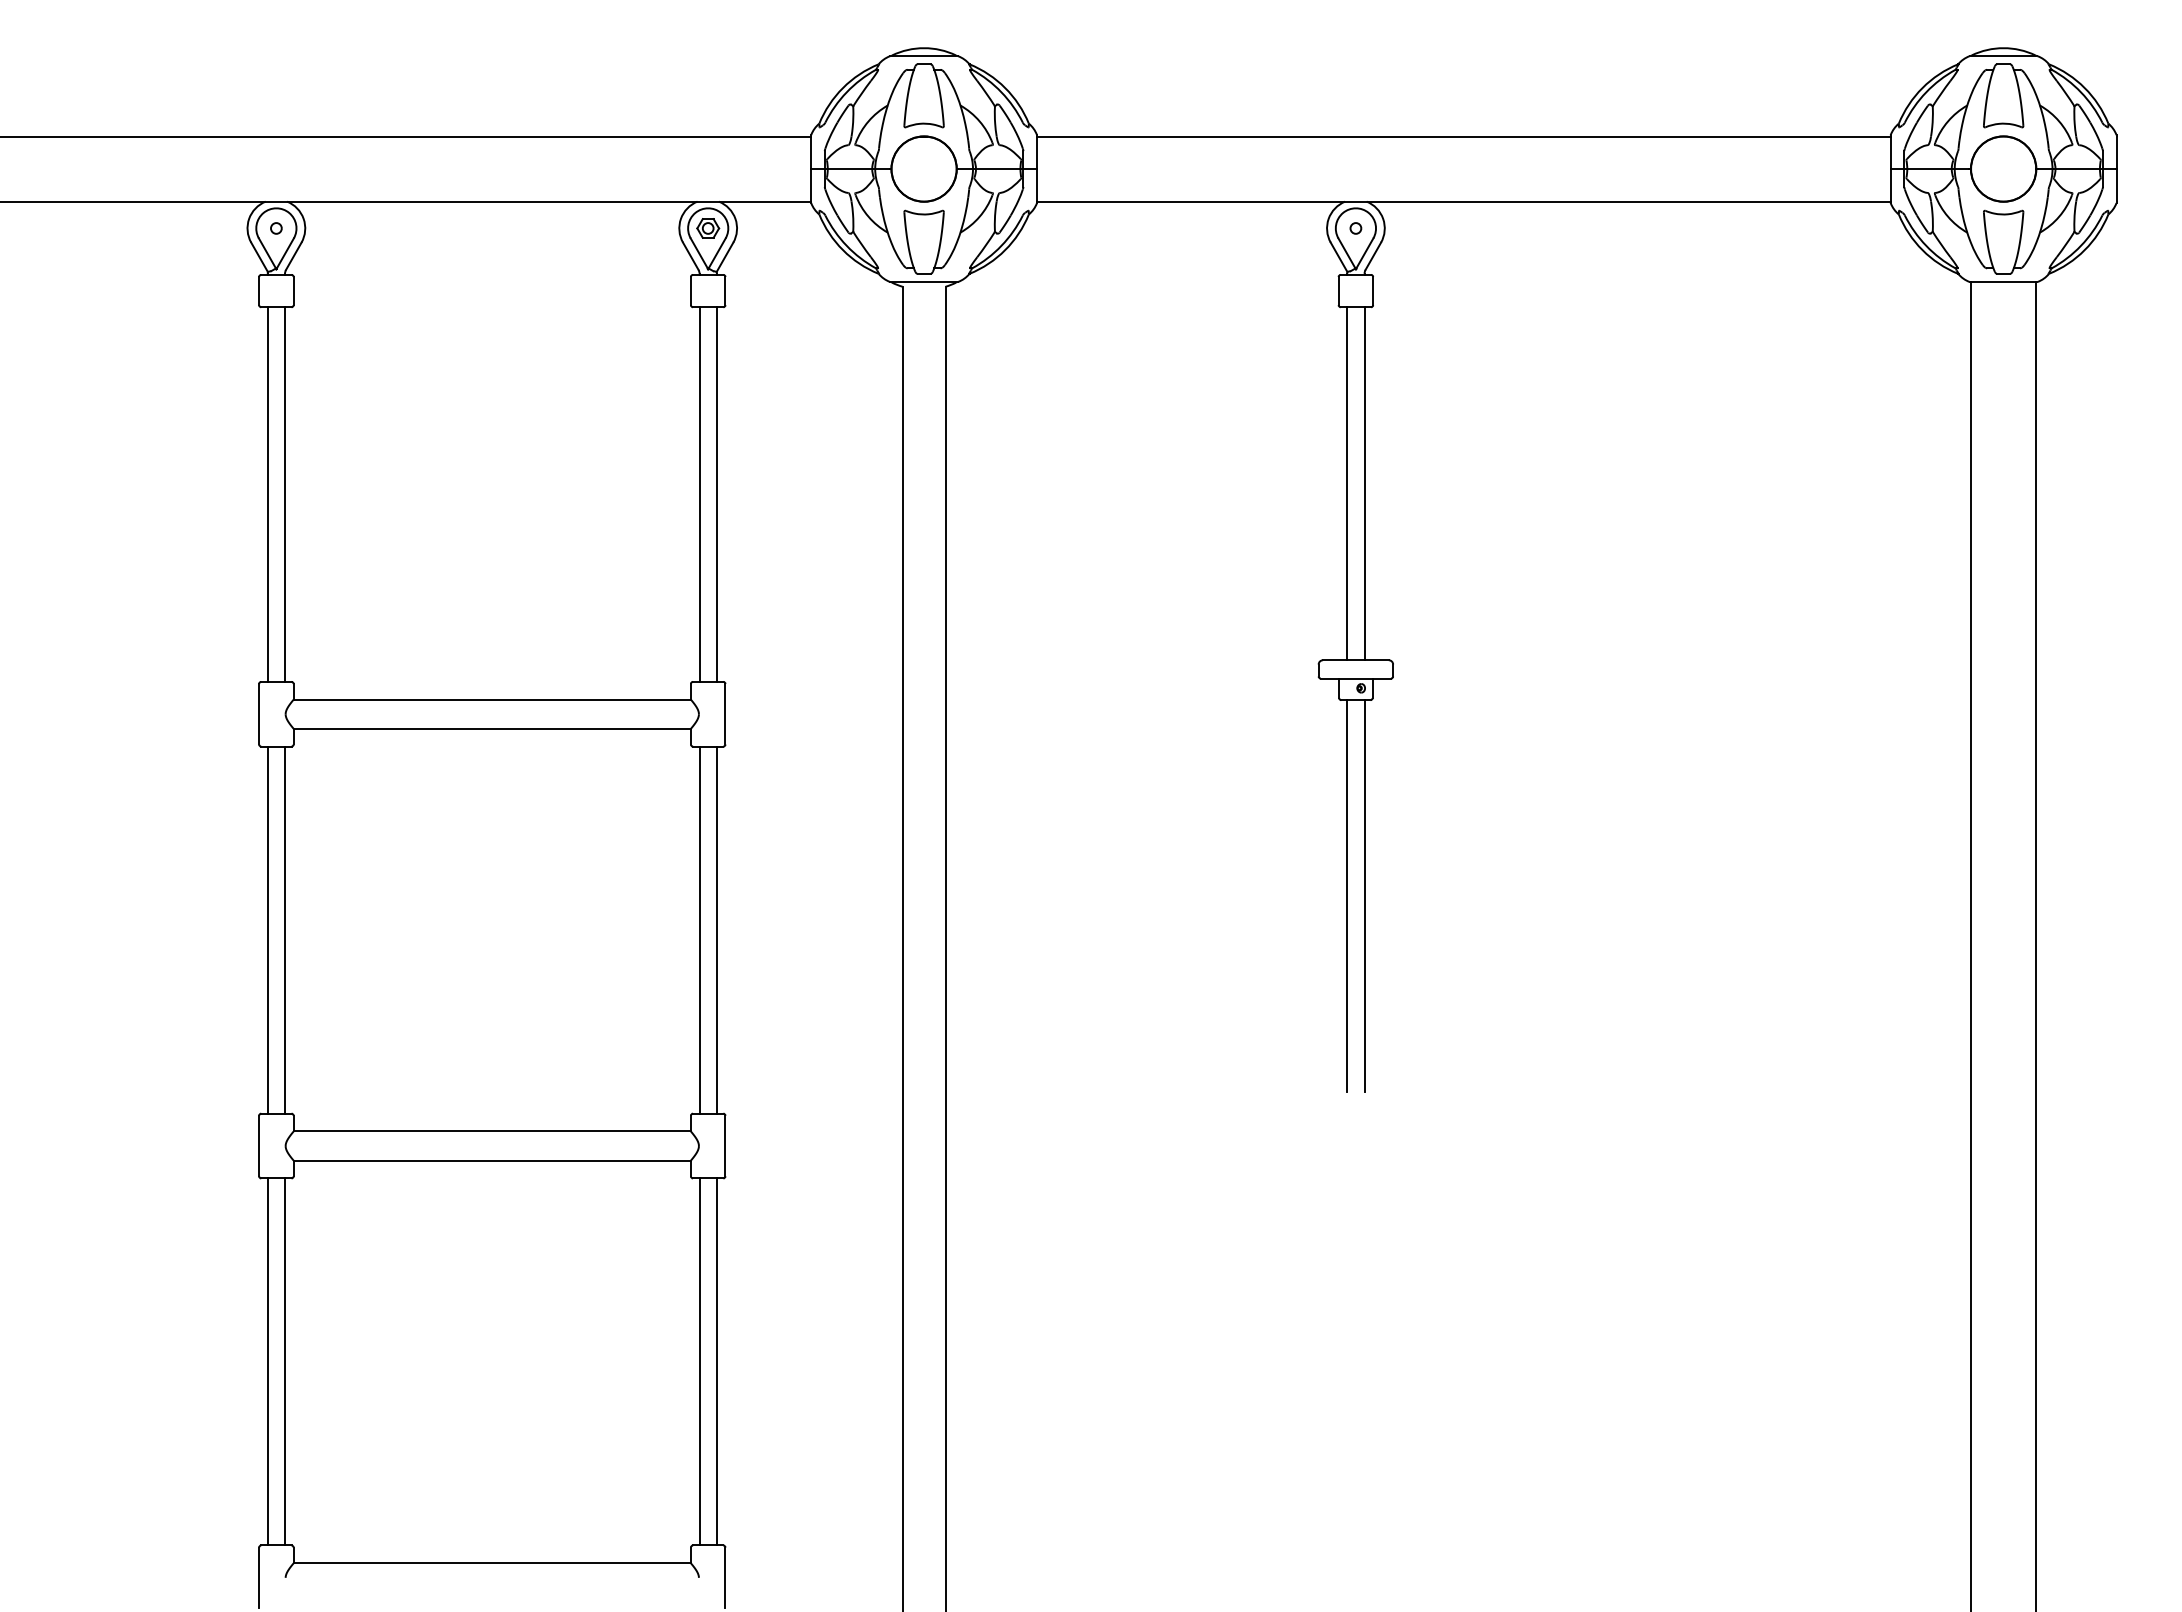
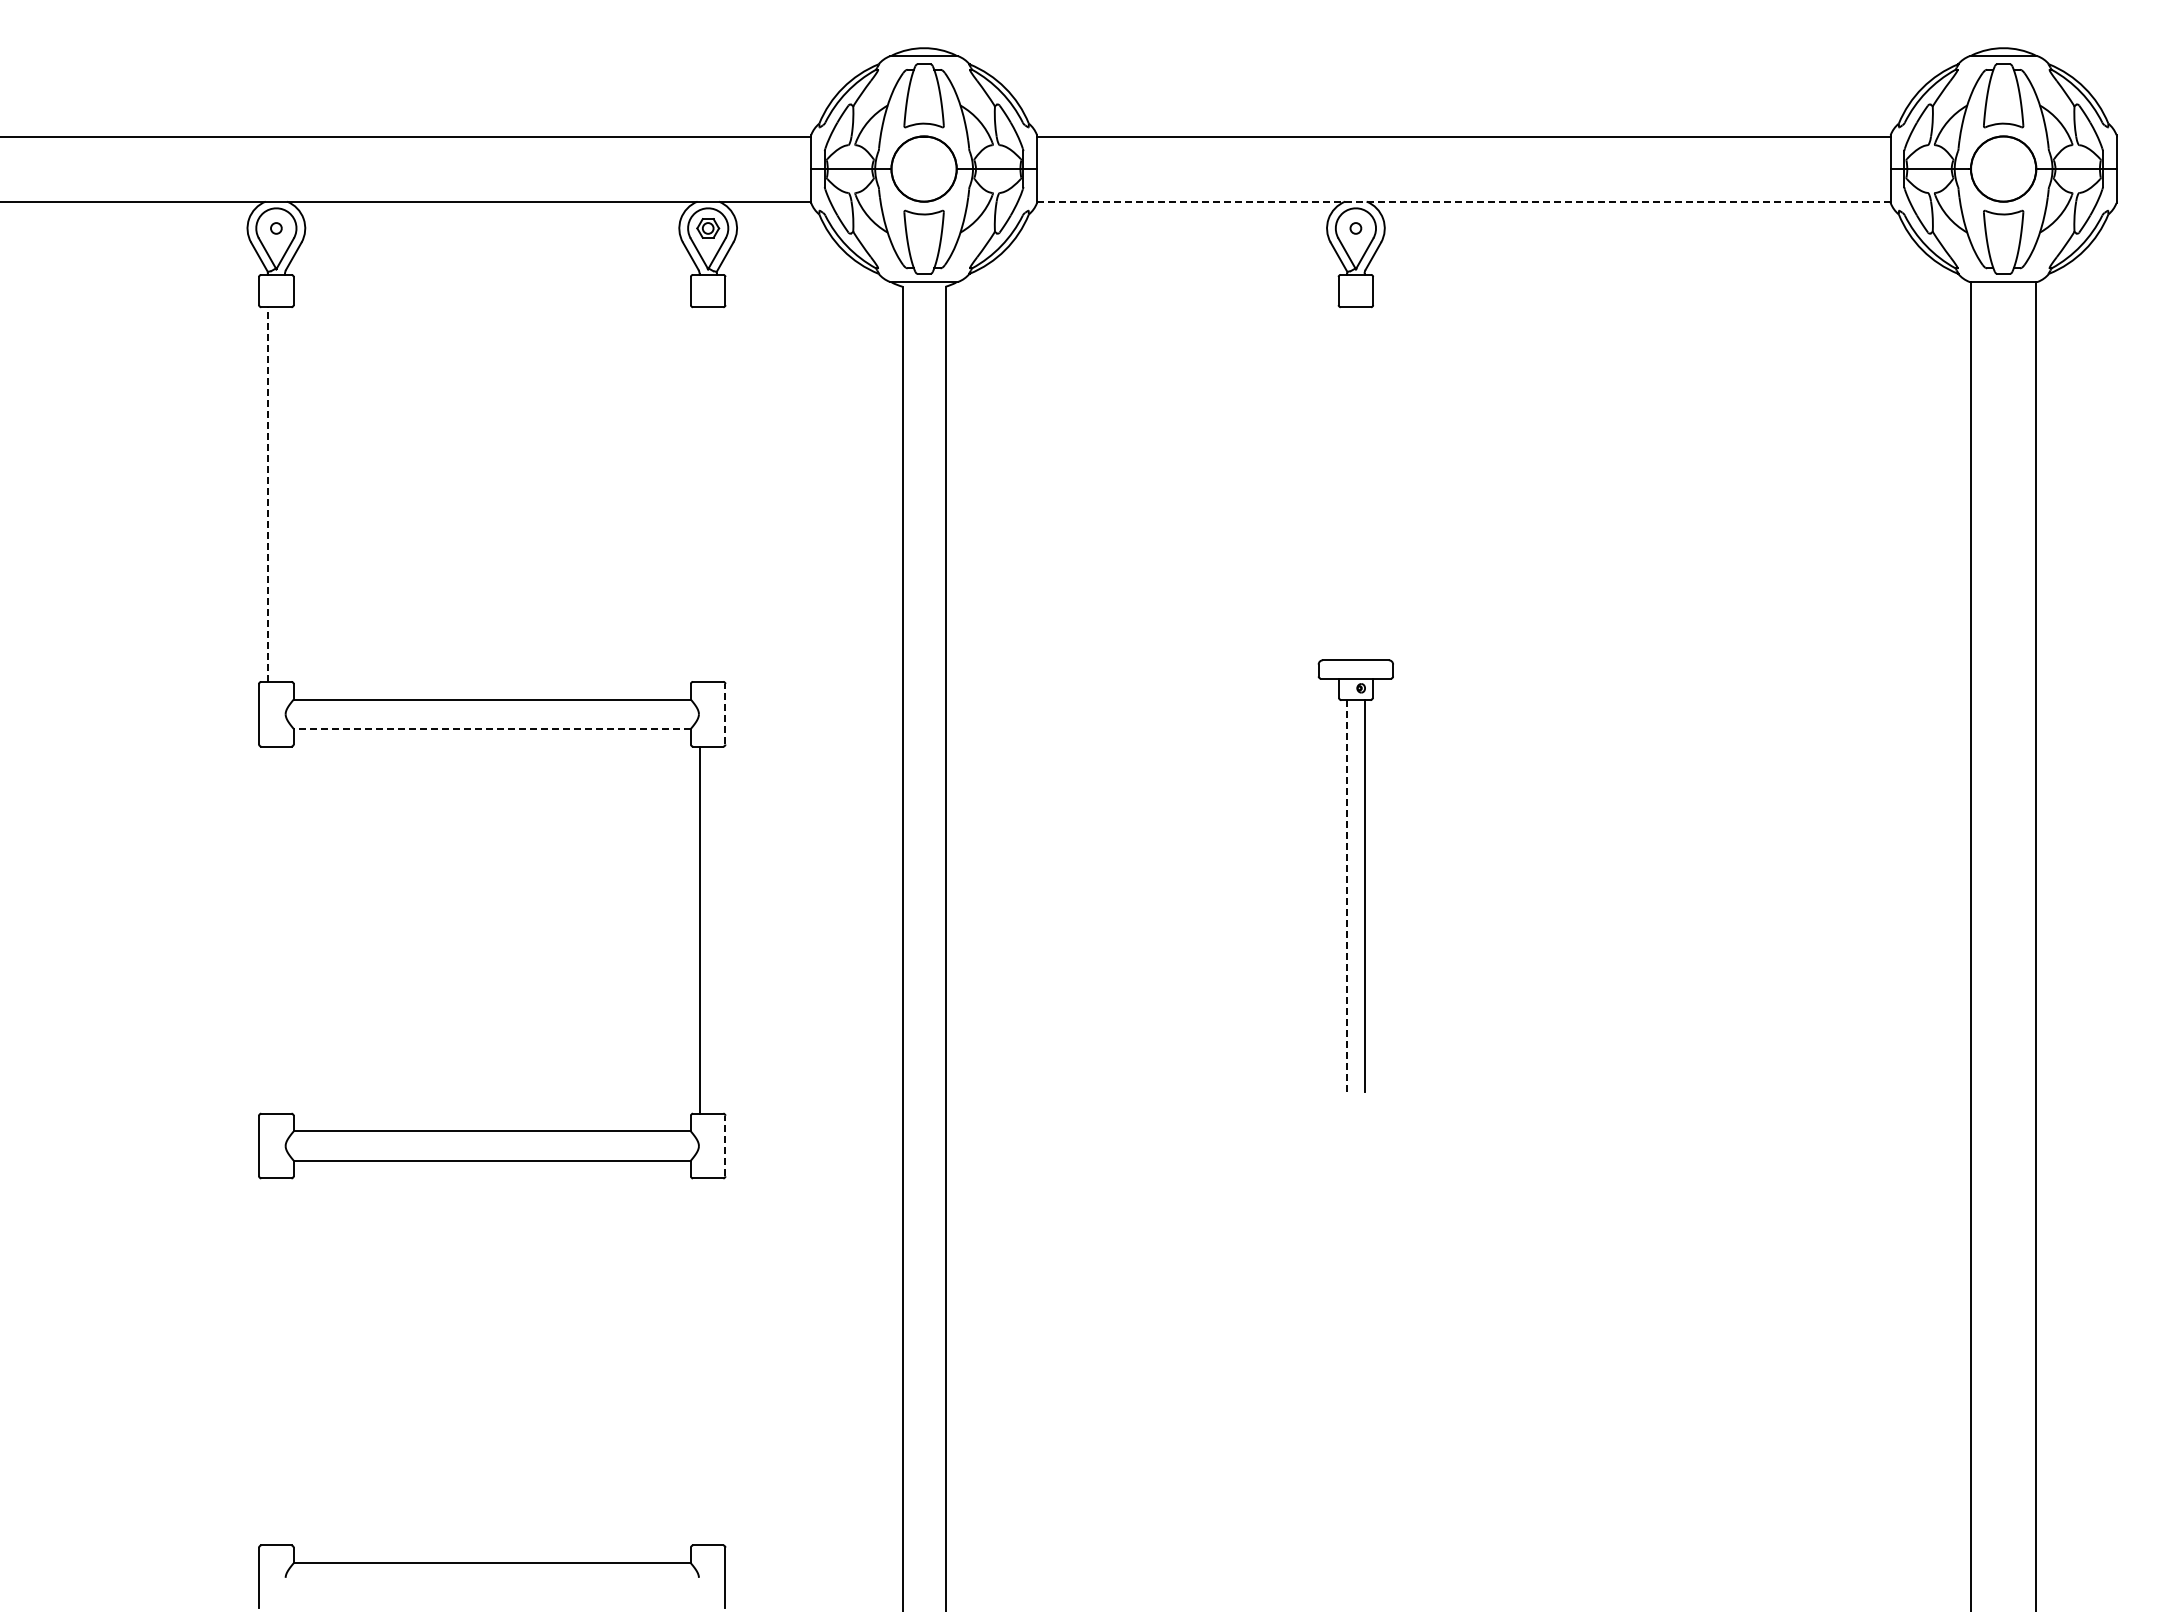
line at (1463, 201): solid -> dashed
line at (1347, 483): present -> none
line at (1364, 483): present -> none
line at (267, 494): solid -> dashed
line at (285, 494): present -> none
line at (699, 494): present -> none
line at (716, 494): present -> none
line at (725, 713): solid -> dashed
line at (492, 728): solid -> dashed
line at (1347, 896): solid -> dashed
line at (267, 929): present -> none
line at (285, 929): present -> none
line at (716, 929): present -> none
line at (725, 1145): solid -> dashed
line at (267, 1361): present -> none
line at (285, 1361): present -> none
line at (699, 1361): present -> none
line at (716, 1361): present -> none
